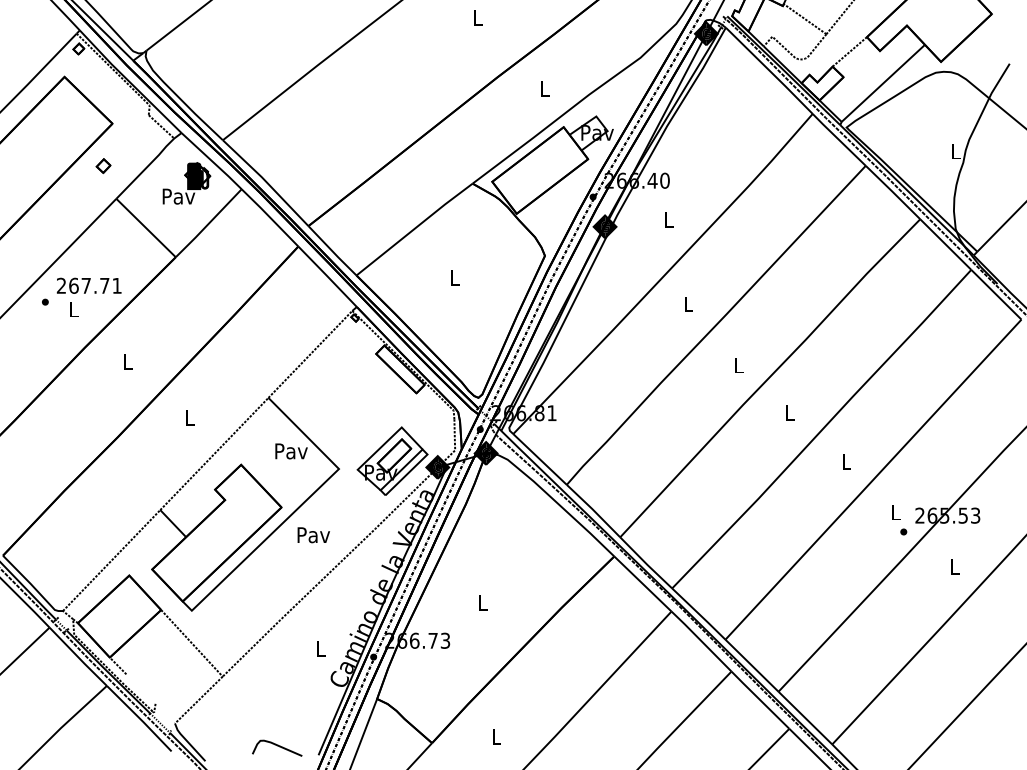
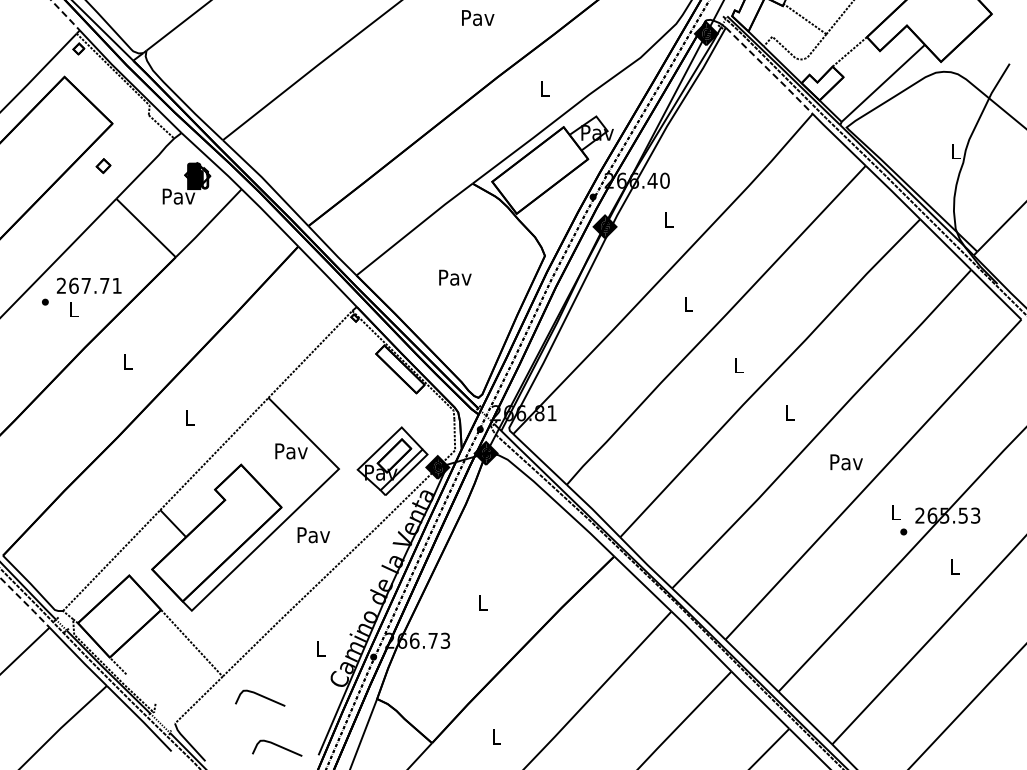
line at (66, 16): solid -> dashed
text at (478, 18): L -> Pav
line at (769, 71): solid -> dashed
text at (455, 277): L -> Pav
text at (846, 462): L -> Pav
line at (25, 603): solid -> dashed
curve at (260, 696): none -> present
